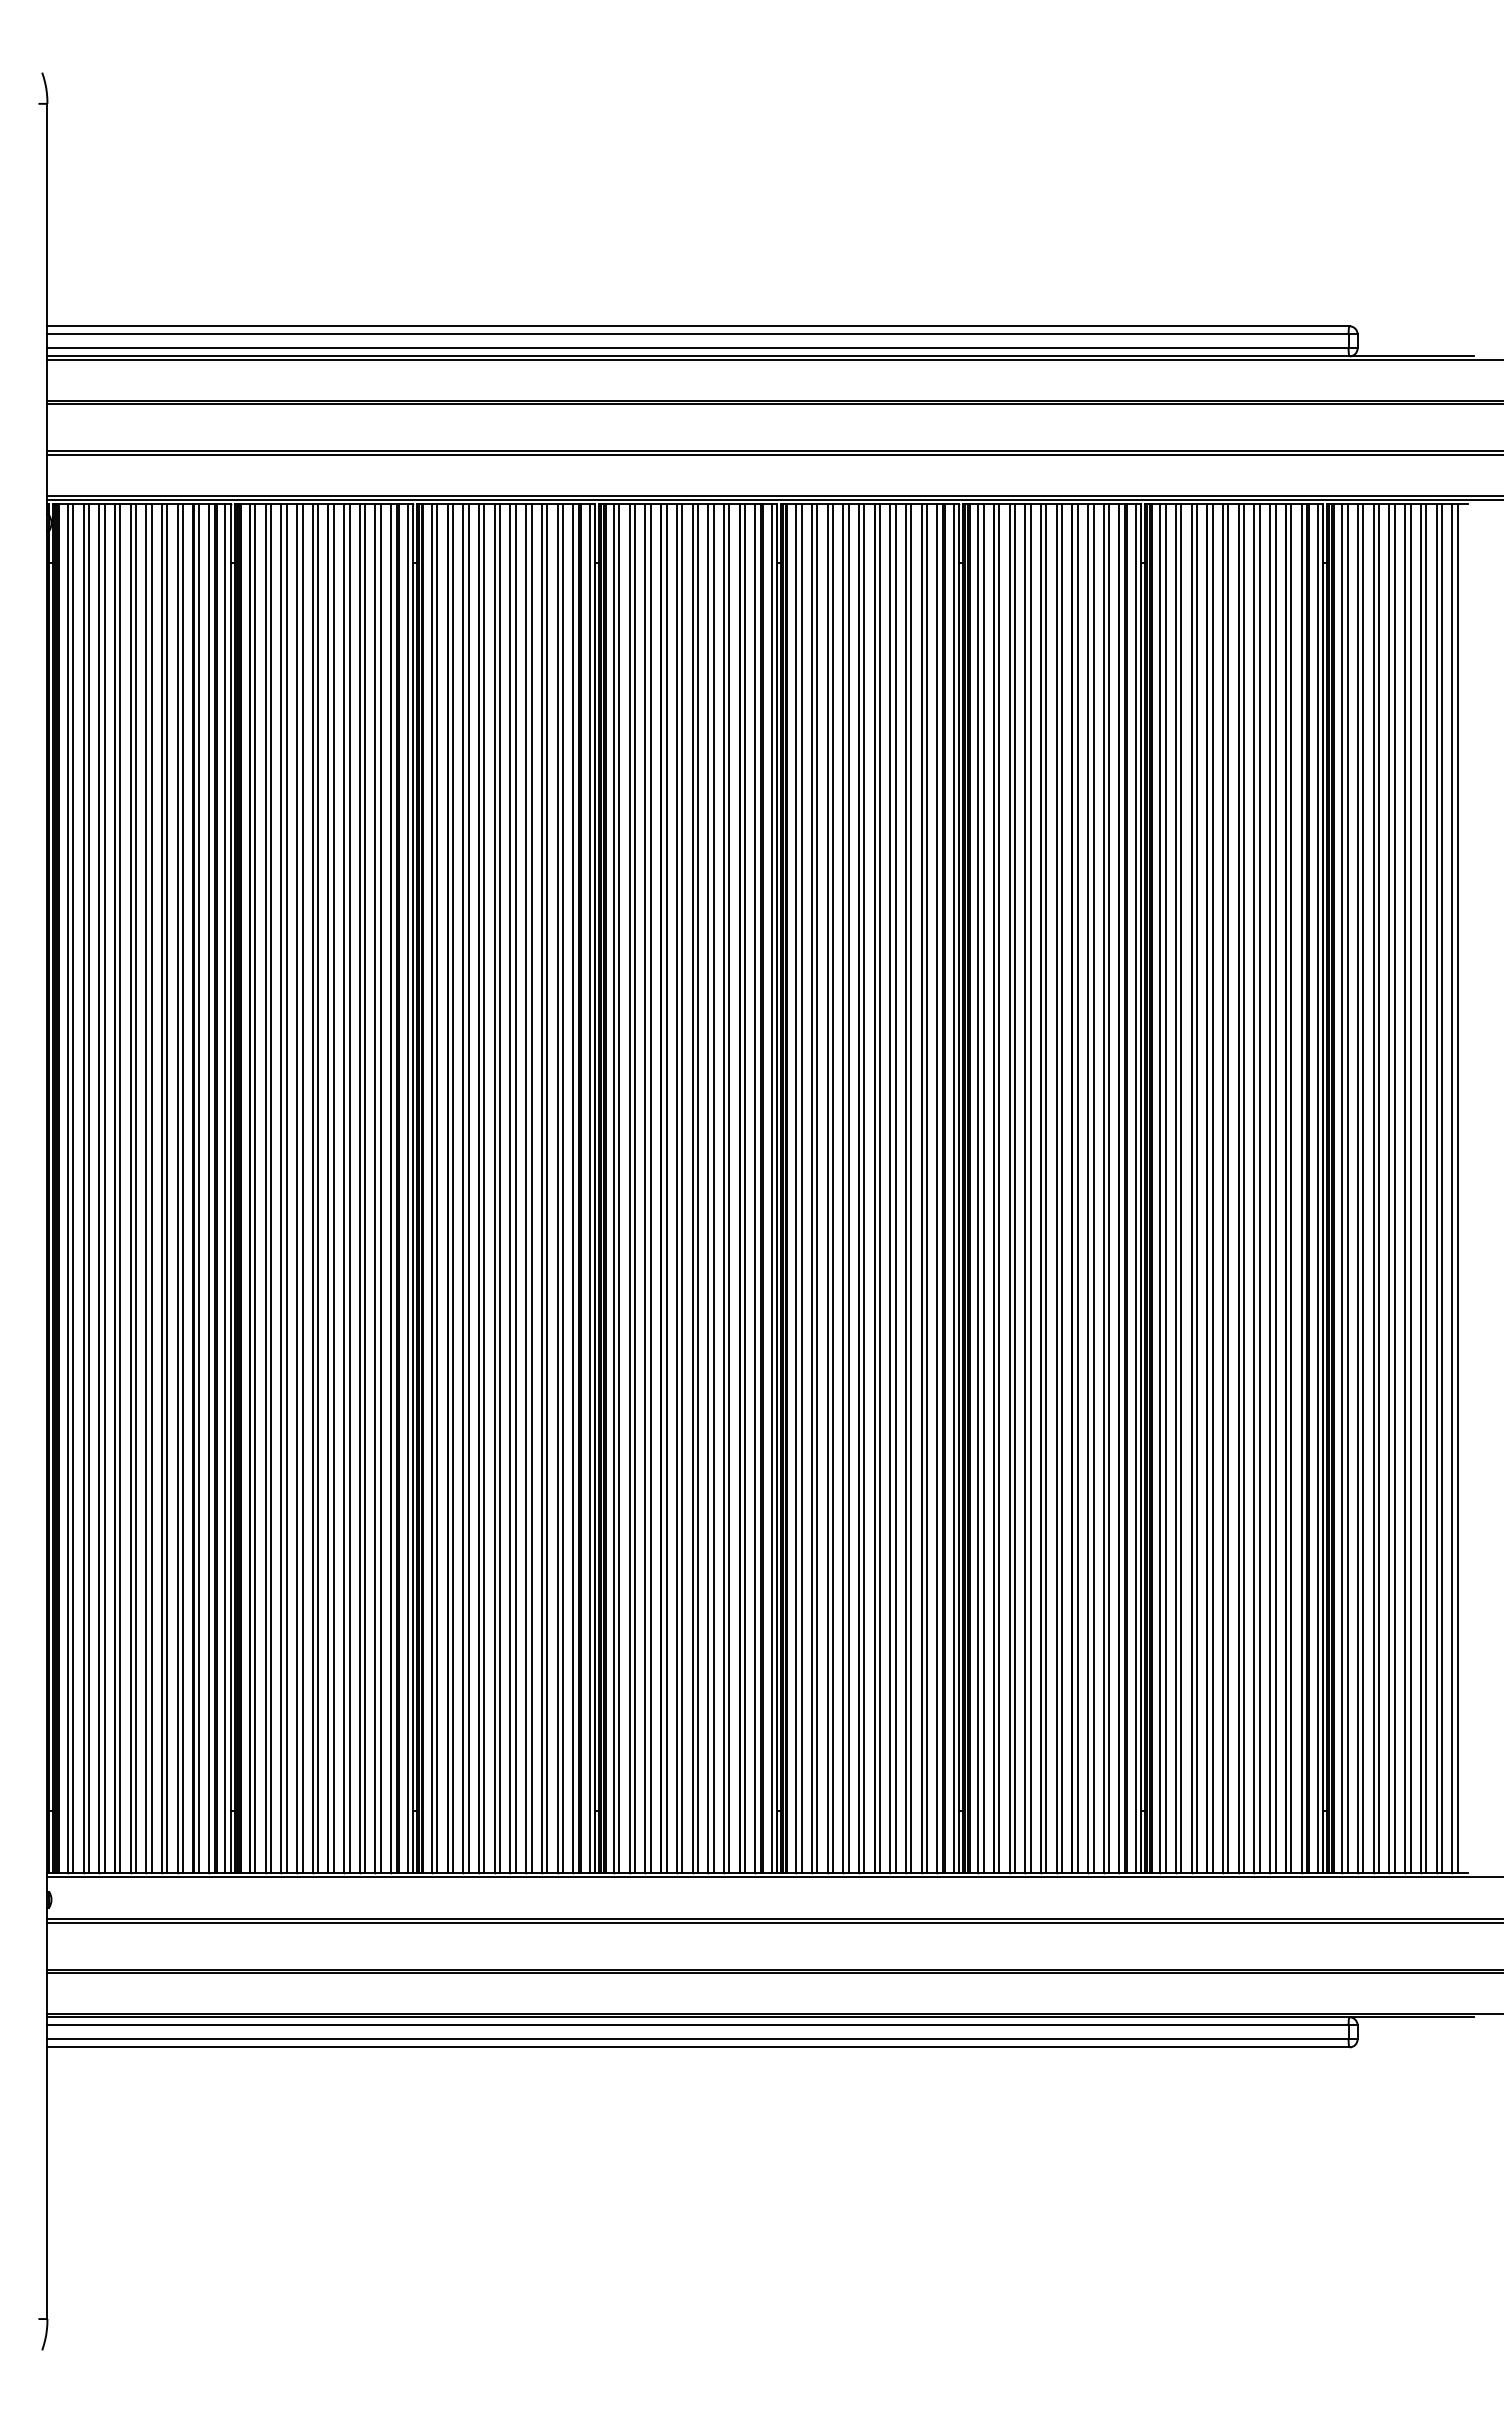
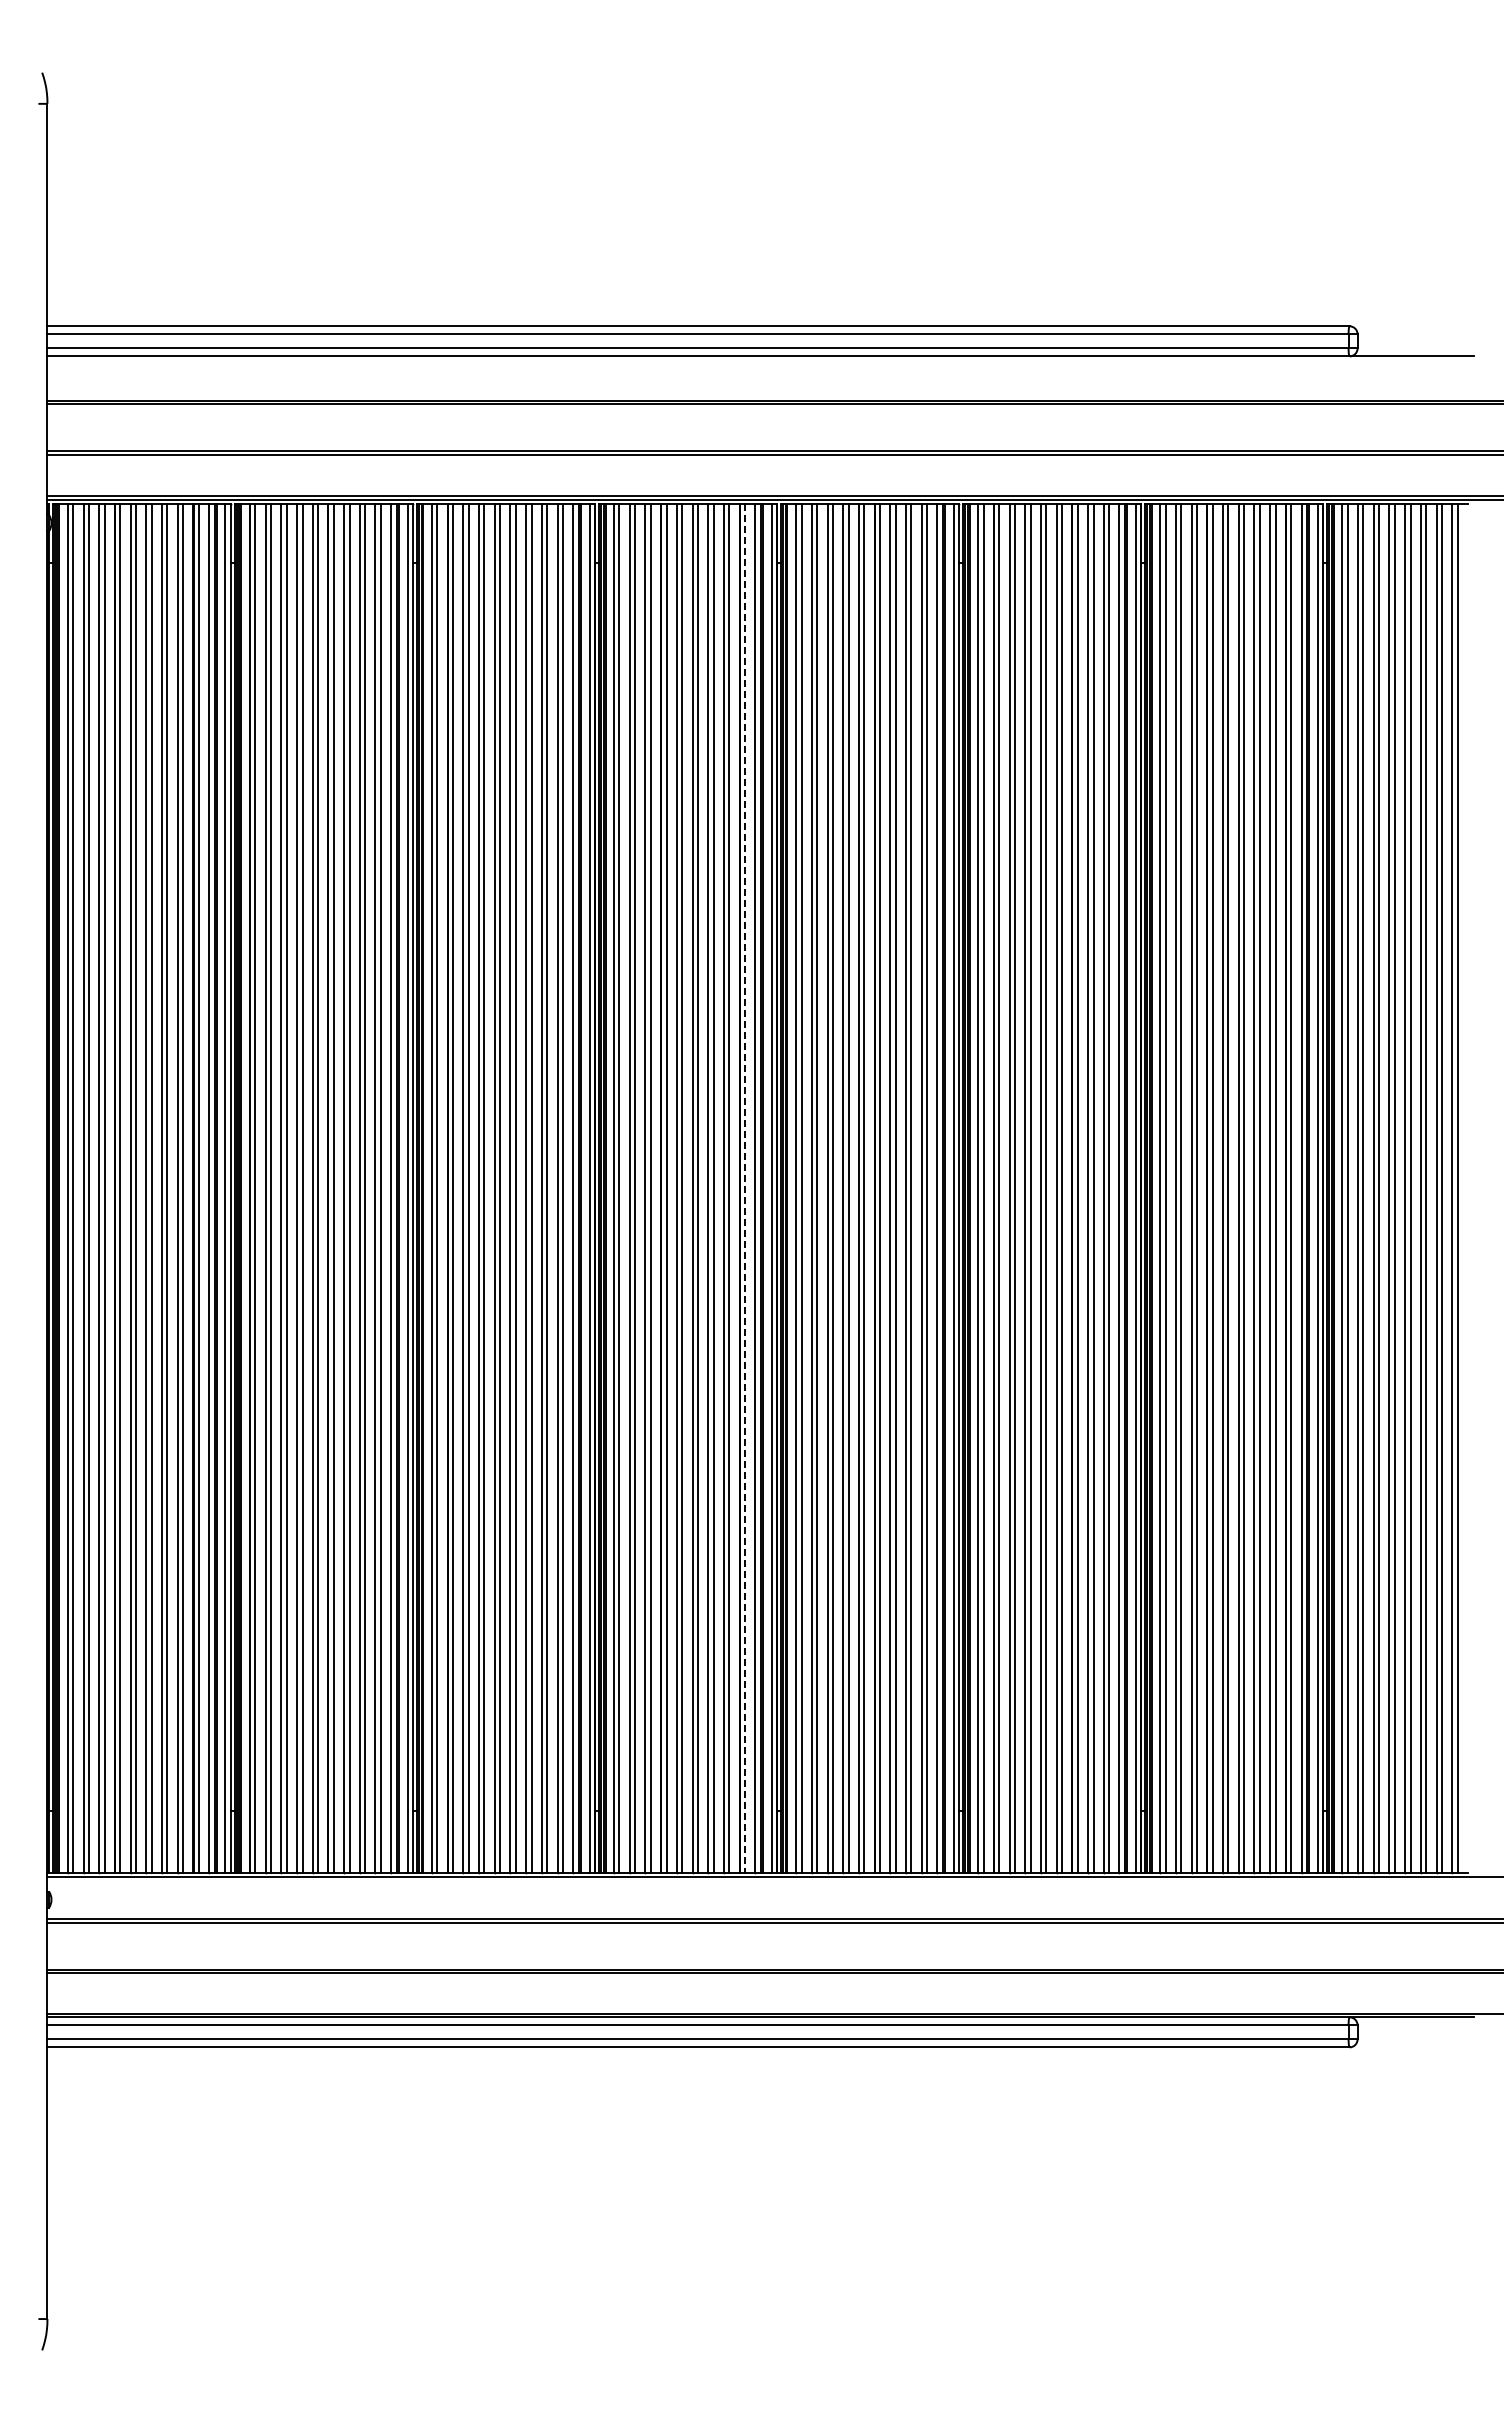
line at (773, 359): present -> none
line at (745, 1188): solid -> dashed
